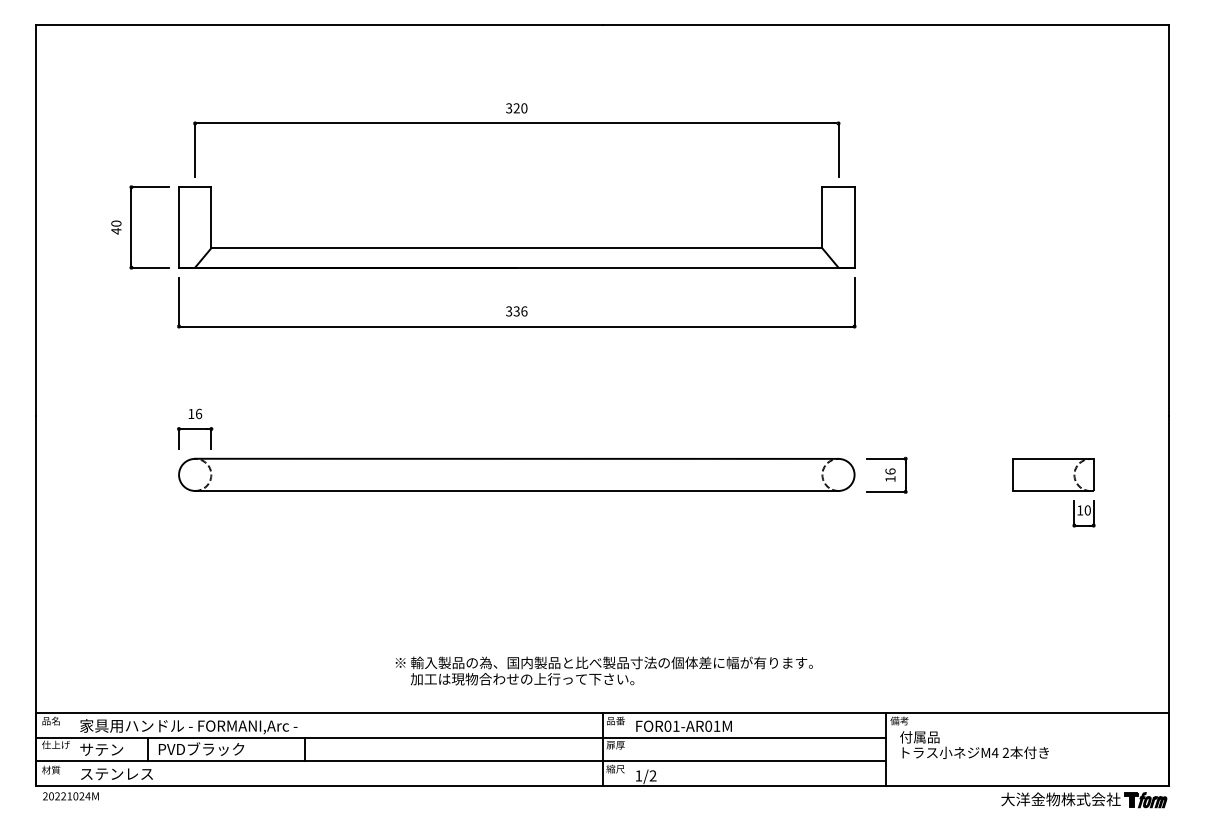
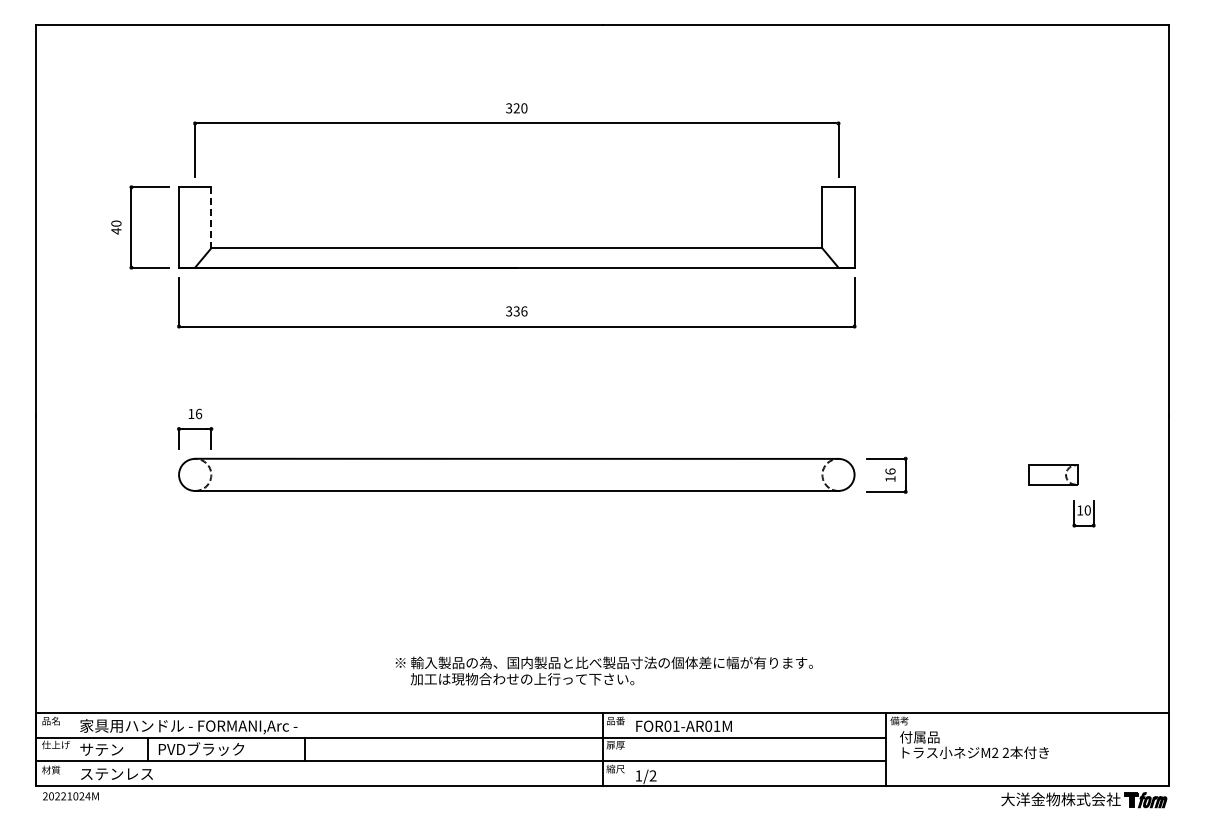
line at (211, 217): solid -> dashed
part at (1053, 474) size: 83x34 px -> 51x22 px
text at (994, 752): M4 -> M2
